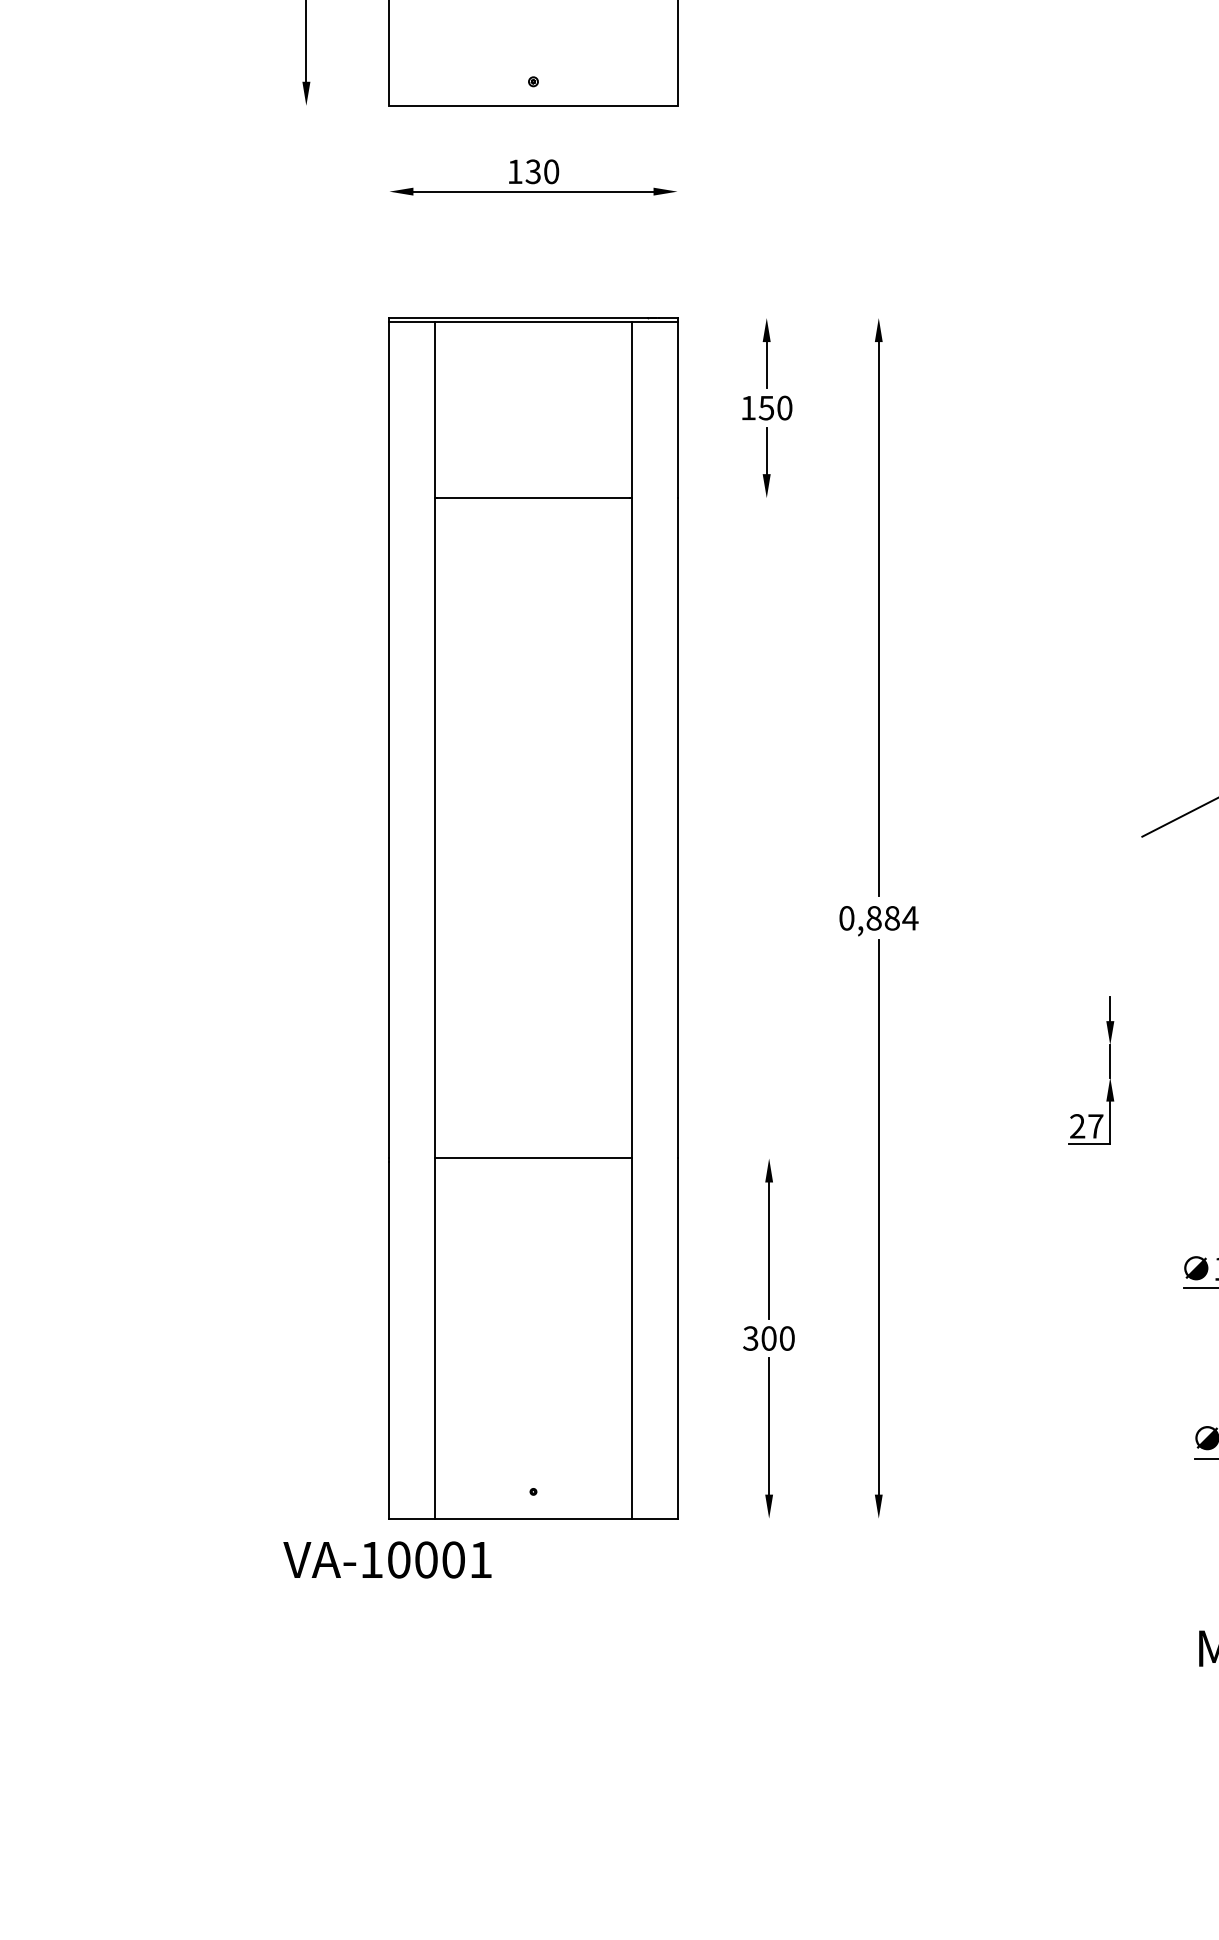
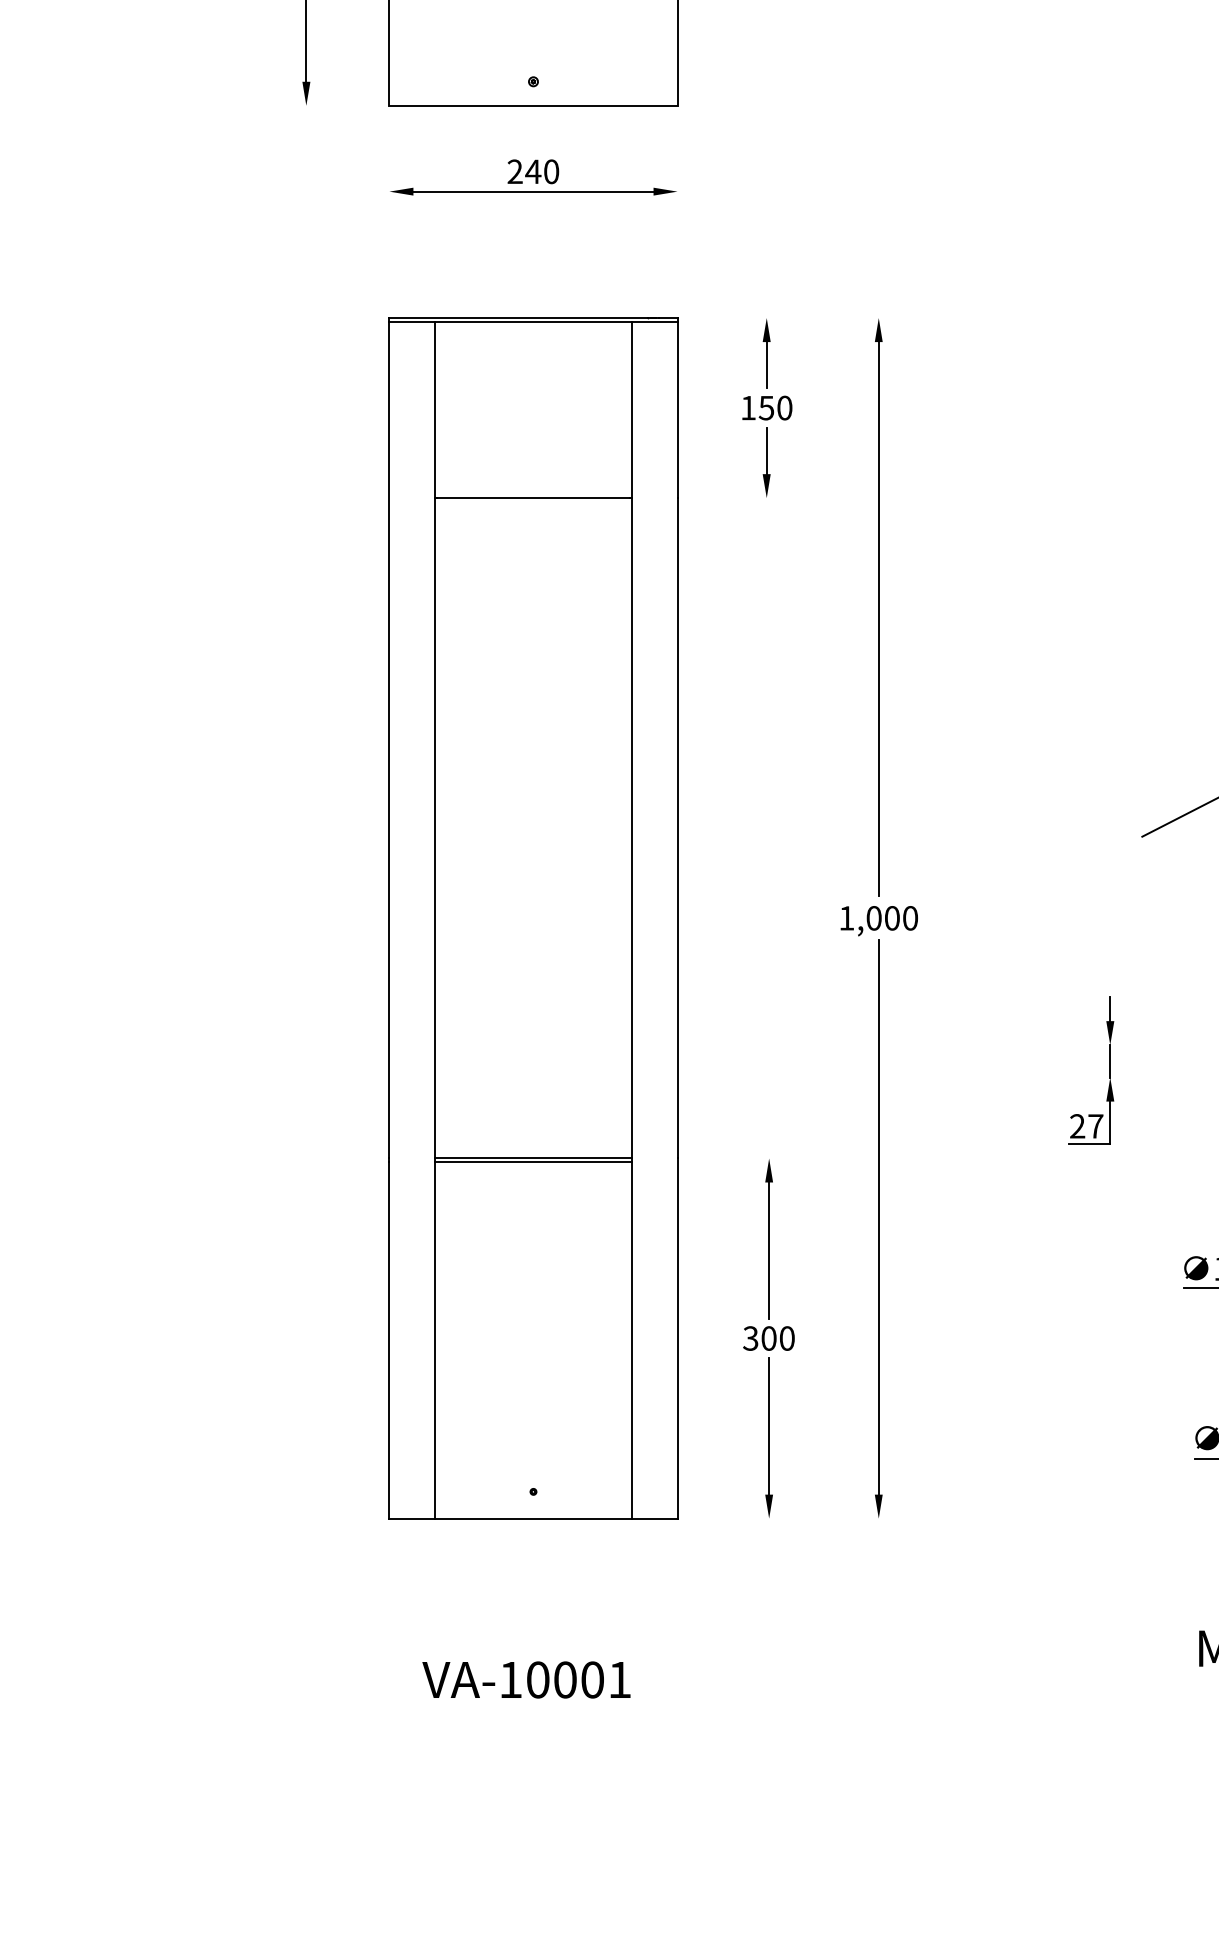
text at (524, 171): 130 -> 240
text at (878, 918): 0,884 -> 1,000
line at (533, 1162): none -> present
text at (387, 1559) position: (387, 1559) -> (526, 1679)
